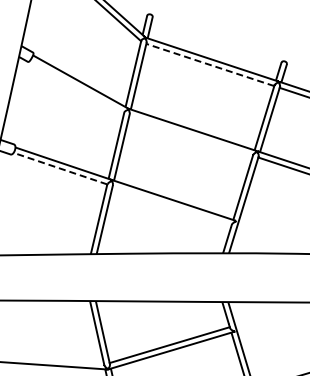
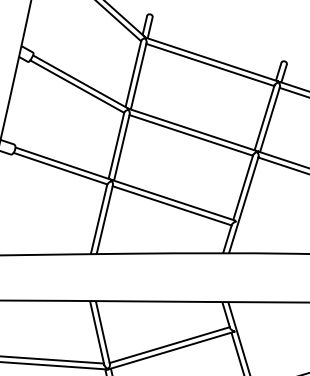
line at (209, 64): dashed -> solid
line at (77, 86): none -> present
line at (190, 135): none -> present
line at (60, 168): dashed -> solid
line at (171, 205): none -> present
line at (52, 359): none -> present
